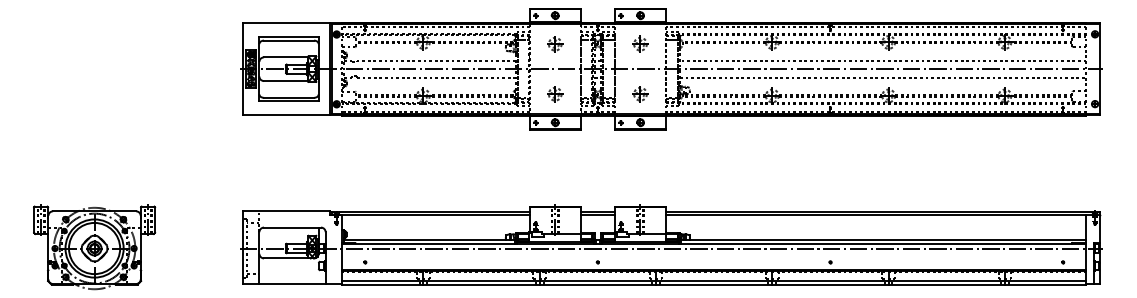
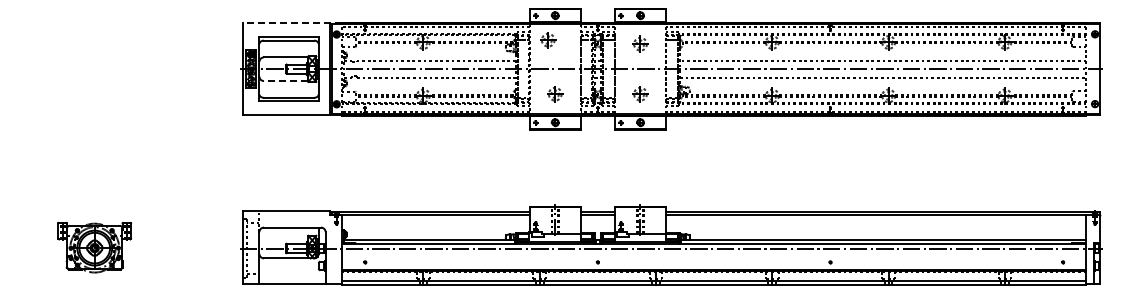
line at (292, 23): solid -> dashed
part at (555, 44) position: (555, 44) -> (548, 40)
line at (285, 81): solid -> dashed
part at (94, 247) size: 124x87 px -> 76x53 px
